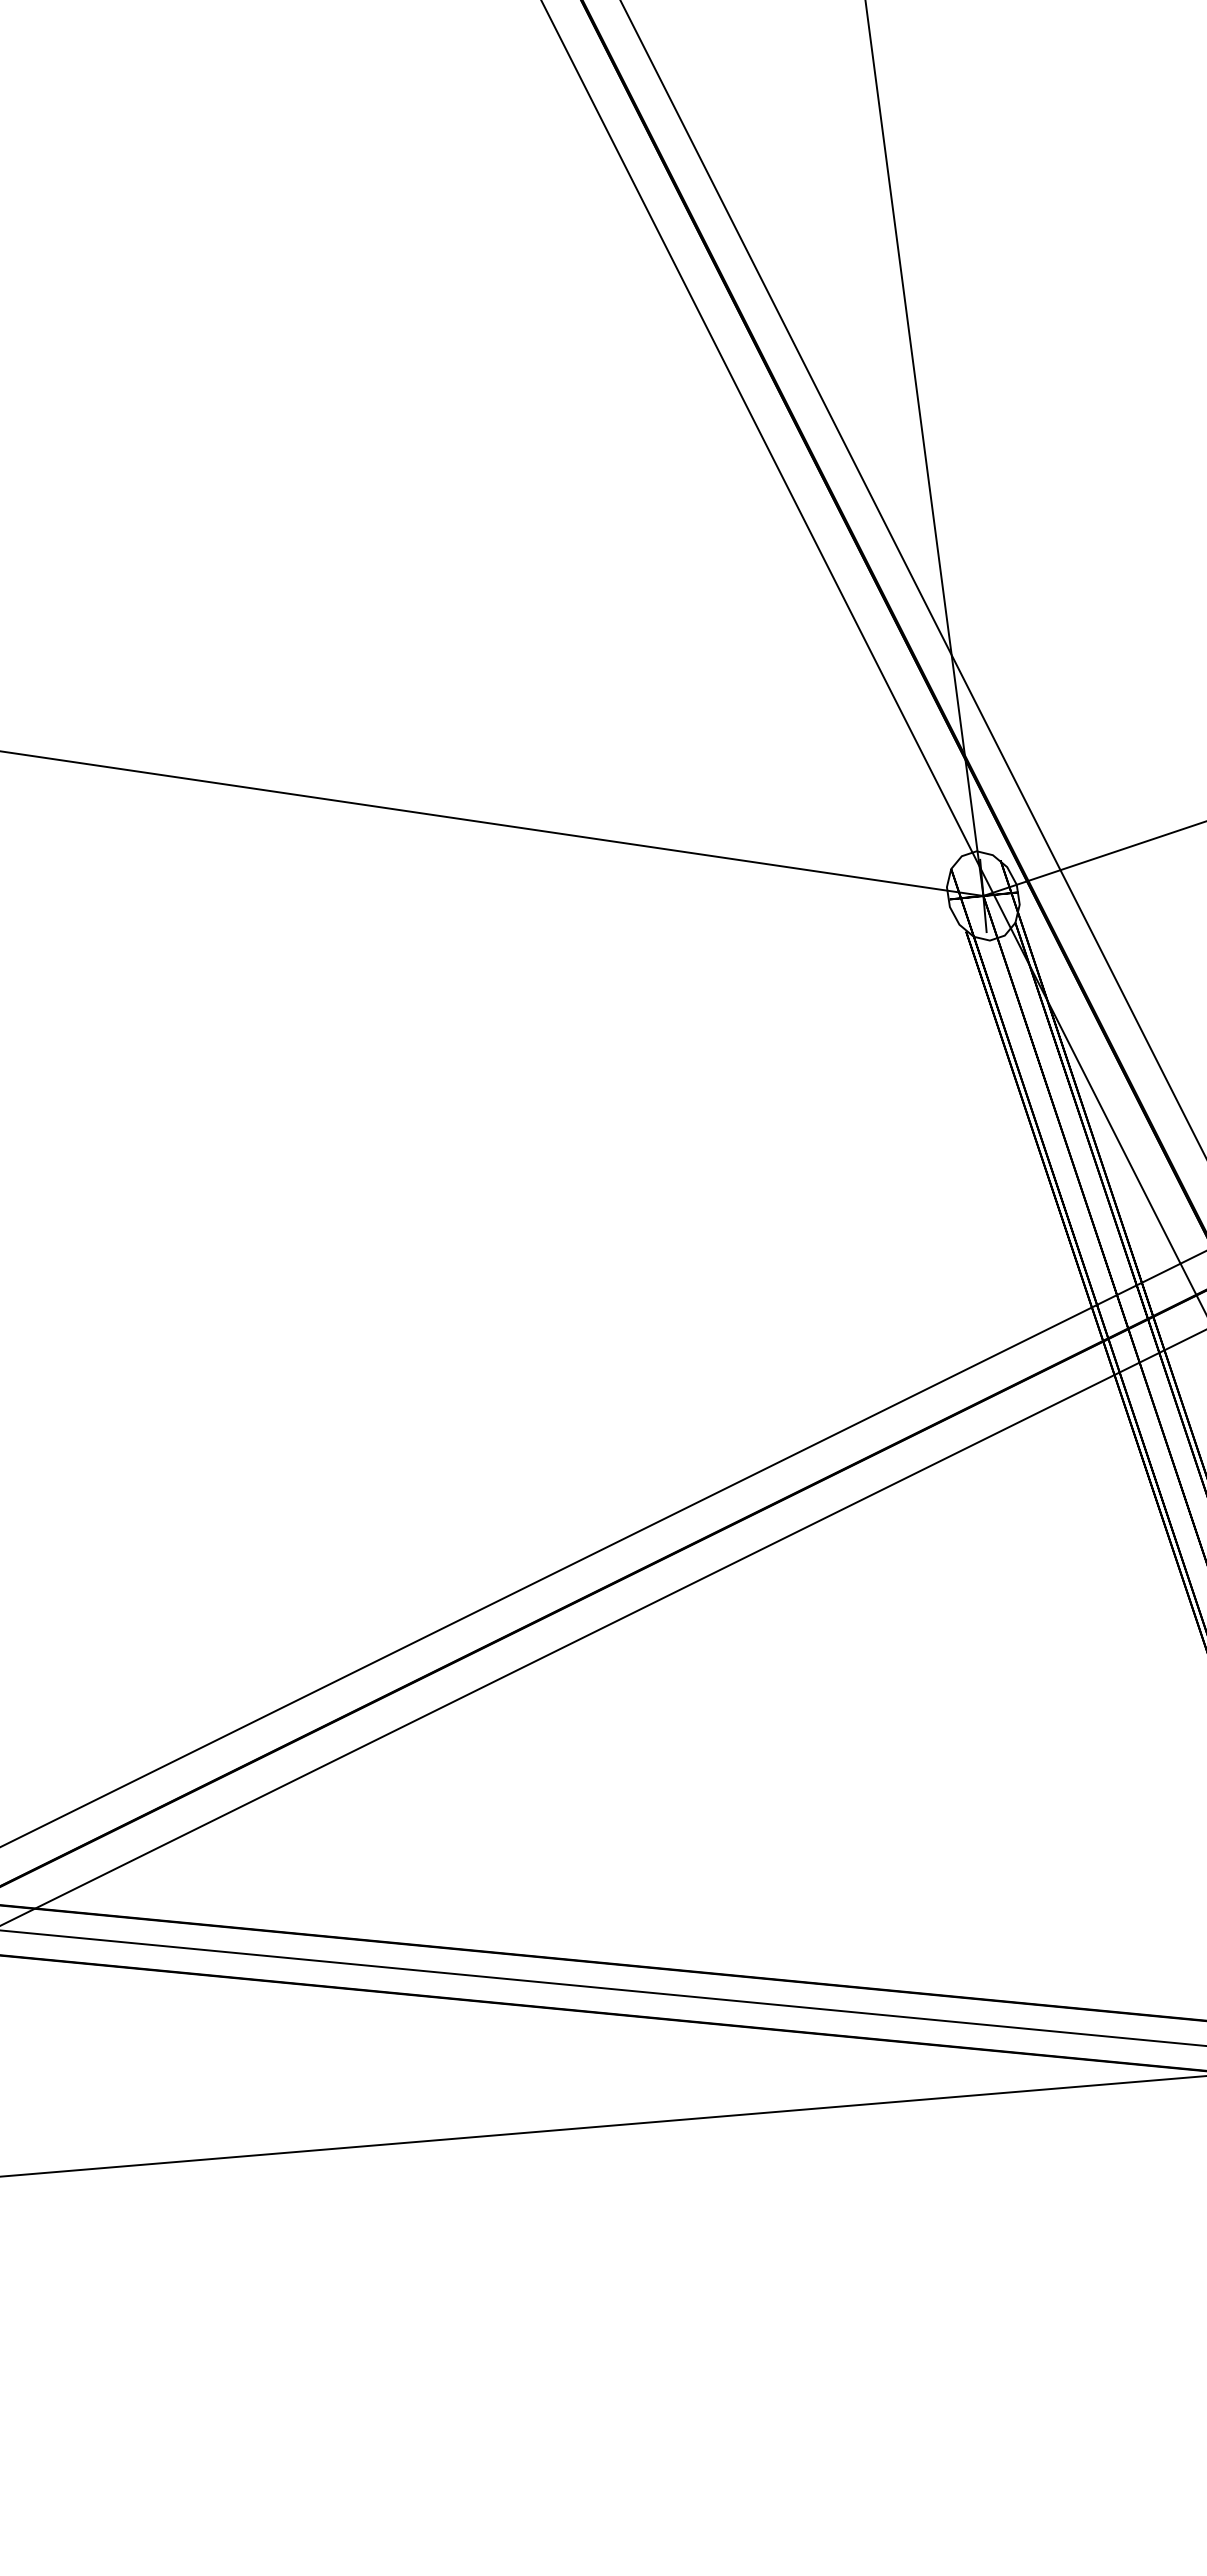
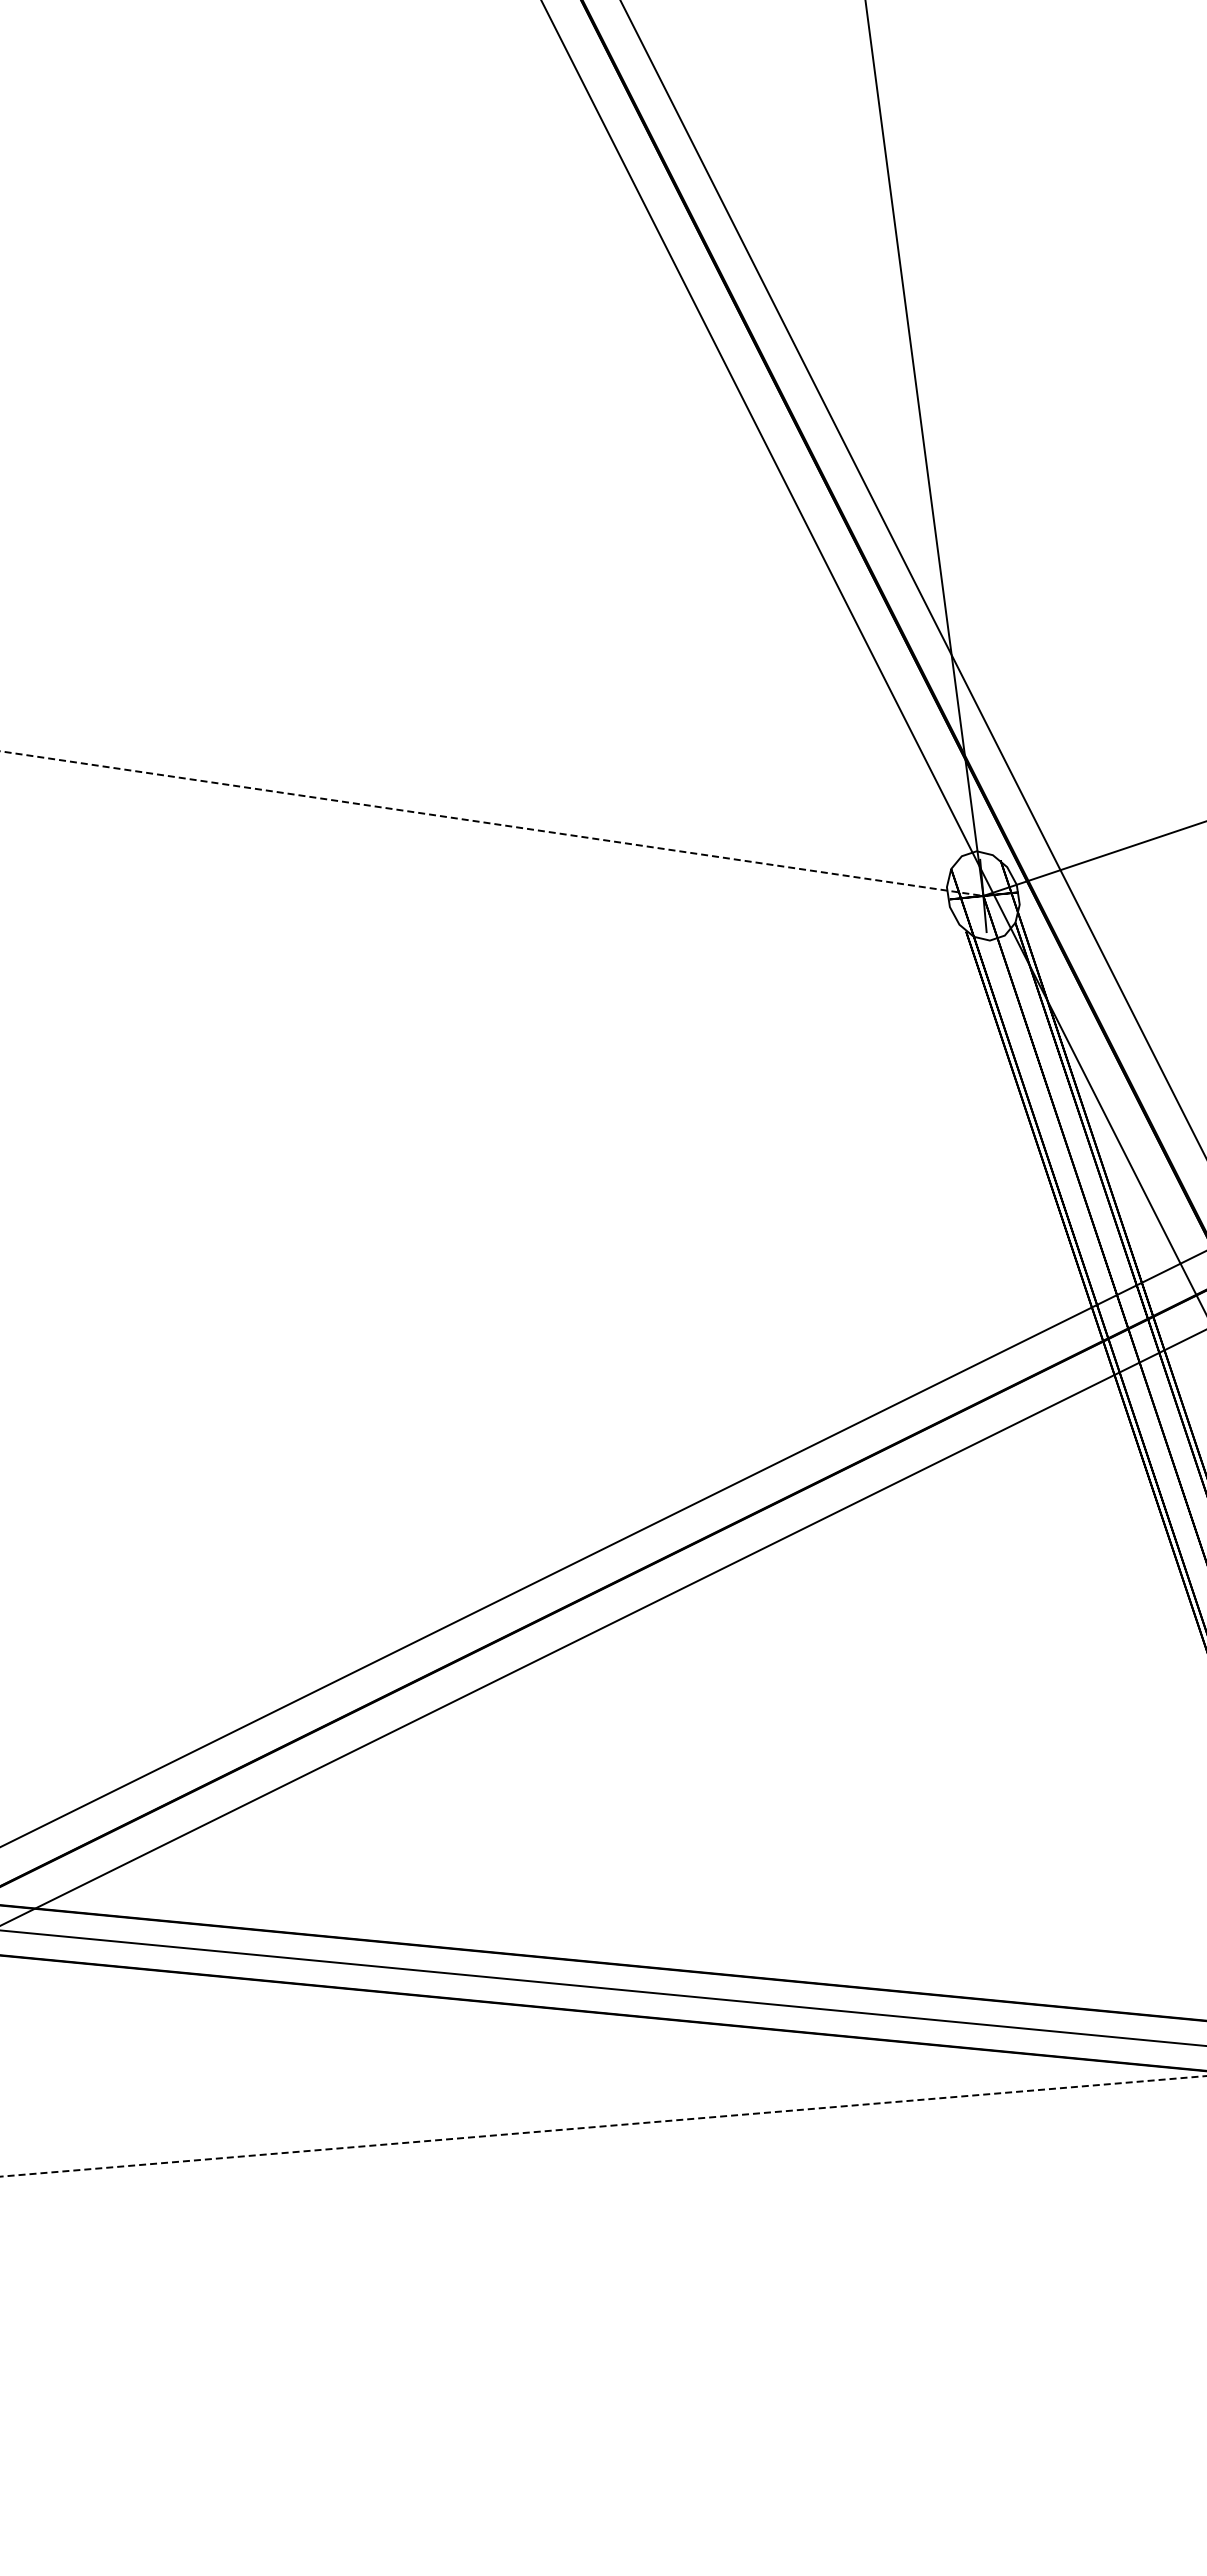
line at (491, 823): solid -> dashed
line at (603, 2126): solid -> dashed
